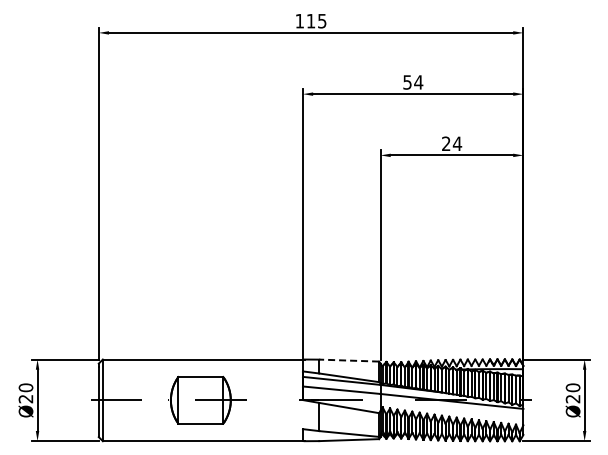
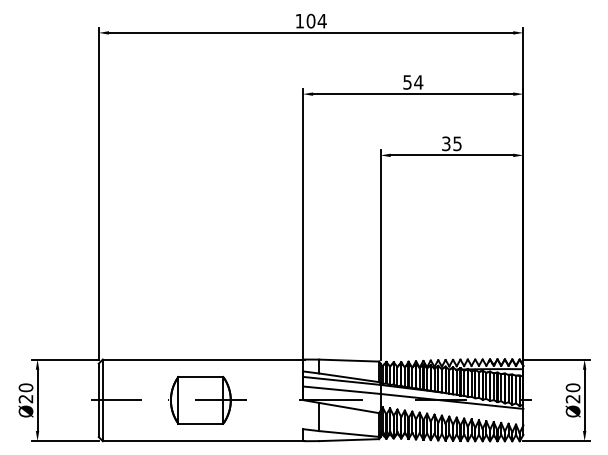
text at (316, 20): 115 -> 104
text at (452, 143): 24 -> 35
line at (349, 360): dashed -> solid
